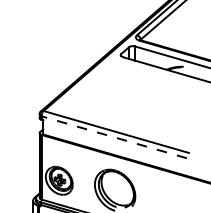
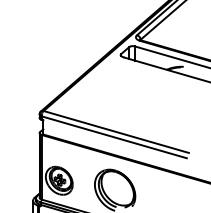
line at (114, 137): dashed -> solid
